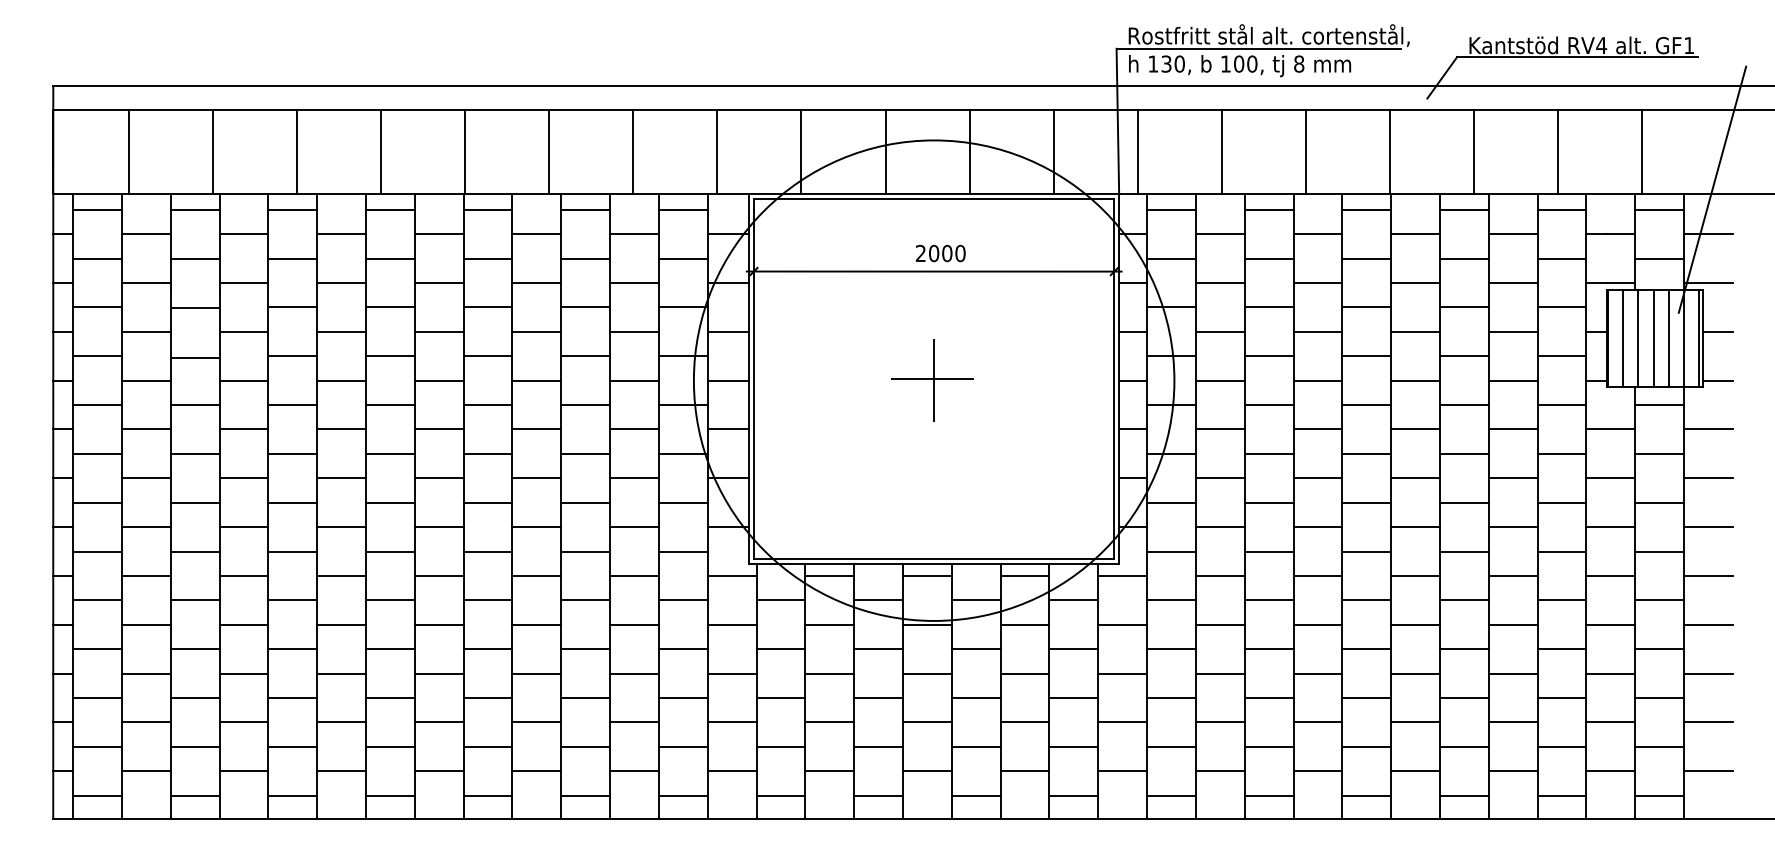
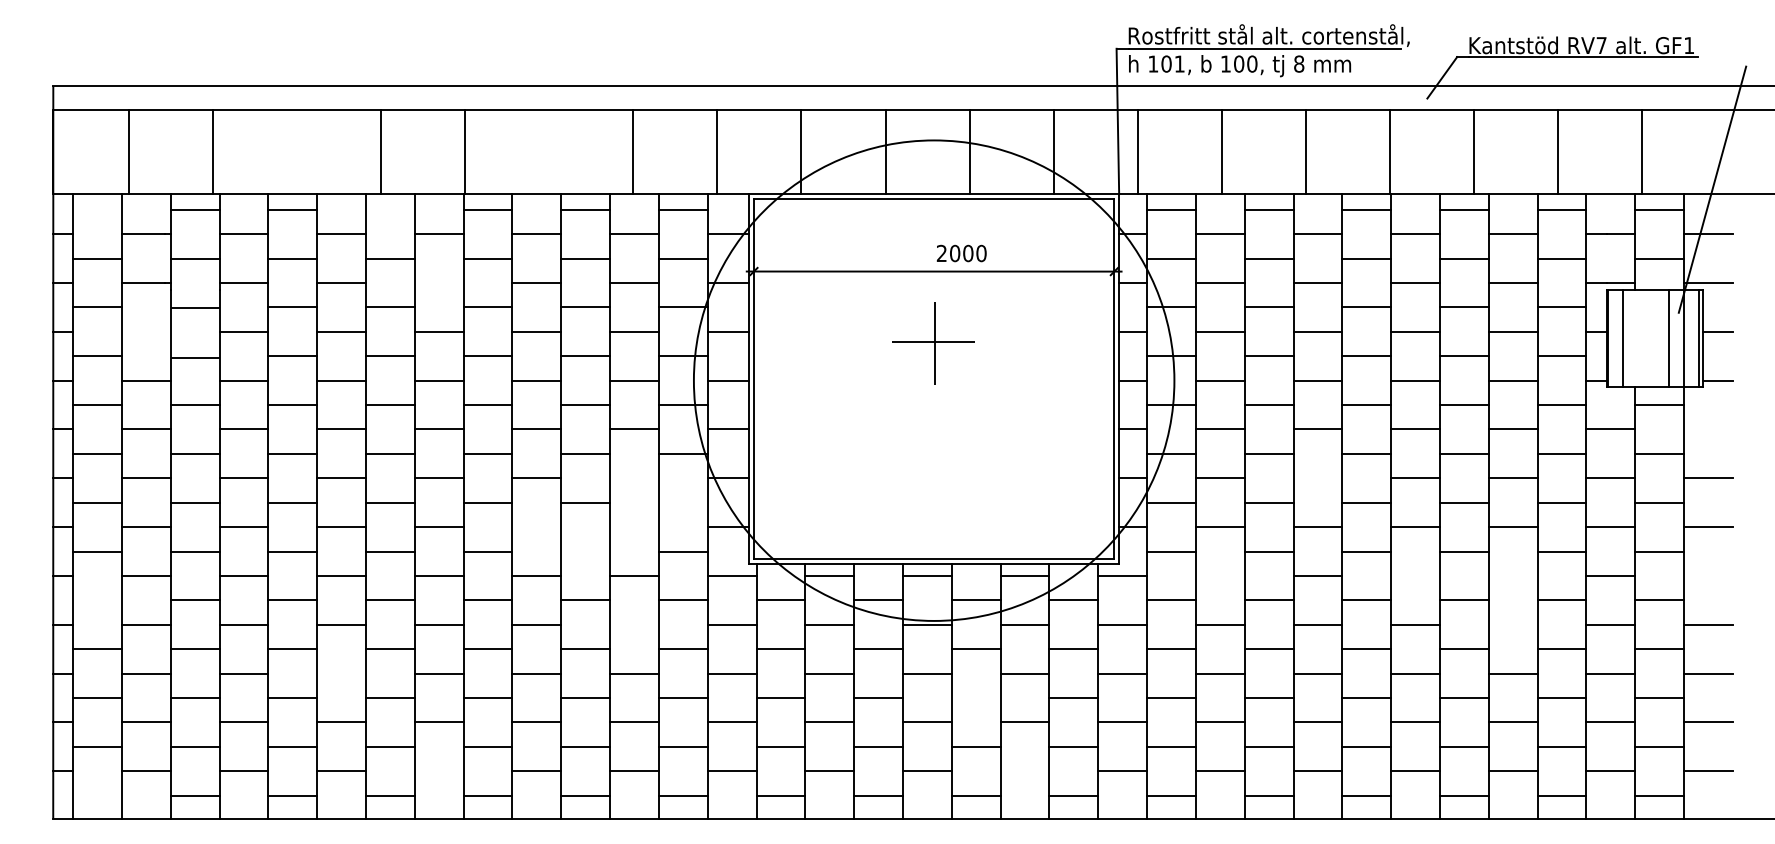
text at (1601, 45): RV4 -> RV7
text at (1172, 63): 130, -> 101,
line at (296, 152): present -> none
line at (549, 152): present -> none
line at (97, 209): present -> none
line at (389, 209): present -> none
text at (940, 253) position: (940, 253) -> (961, 253)
line at (438, 283): present -> none
line at (145, 331): present -> none
line at (1638, 338): present -> none
line at (1653, 338): present -> none
part at (932, 380) position: (932, 380) -> (933, 343)
line at (1708, 429): present -> none
line at (634, 478): present -> none
line at (1317, 478): present -> none
line at (682, 502): present -> none
line at (536, 527): present -> none
line at (634, 527): present -> none
line at (585, 551): present -> none
line at (1219, 575): present -> none
line at (1415, 575): present -> none
line at (1512, 575): present -> none
line at (1708, 575): present -> none
line at (97, 600): present -> none
line at (634, 624): present -> none
line at (1512, 624): present -> none
line at (341, 673): present -> none
line at (975, 697): present -> none
line at (438, 771): present -> none
line at (1024, 771): present -> none
line at (97, 795): present -> none
